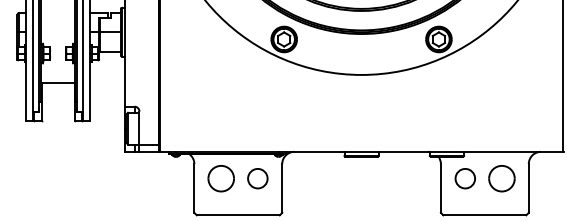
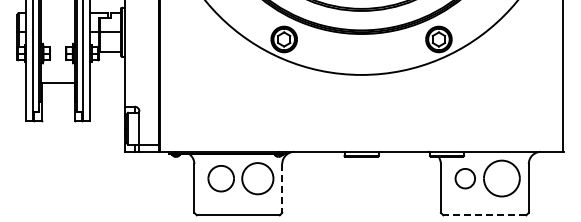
circle at (257, 178) diameter: 20 px -> 31 px
part at (501, 178) size: 28x28 px -> 38x39 px
line at (282, 188): solid -> dashed
line at (484, 215): solid -> dashed
